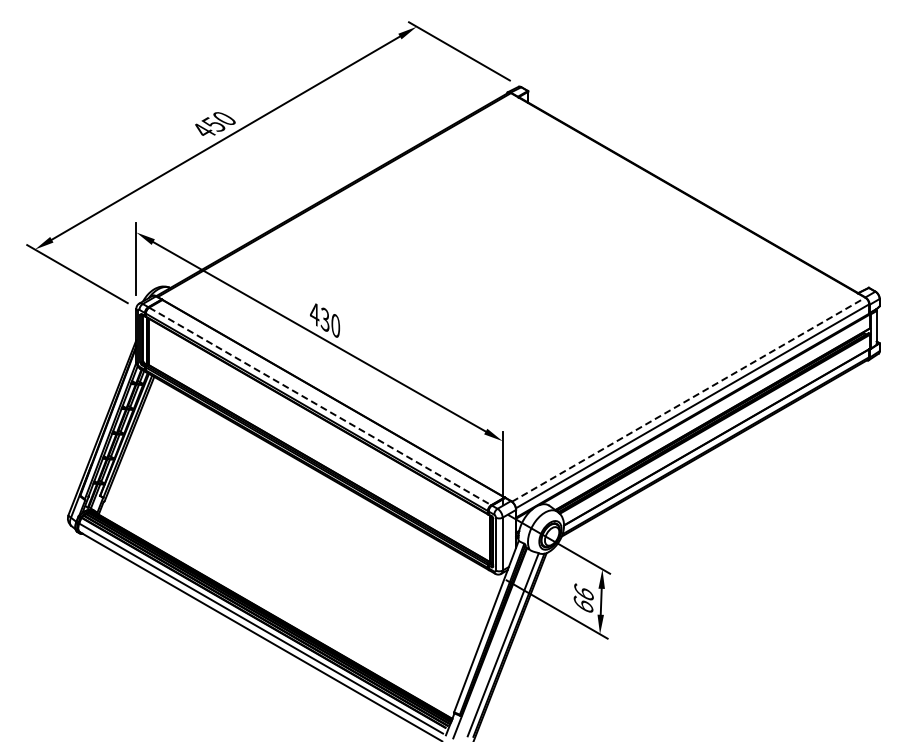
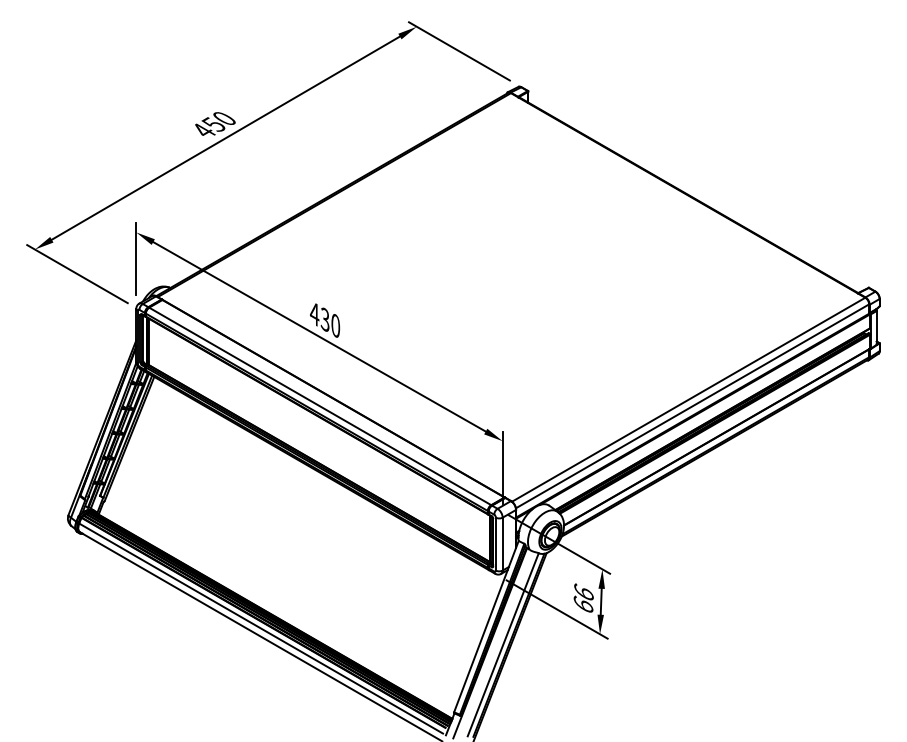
line at (688, 399): dashed -> solid
line at (320, 406): dashed -> solid
